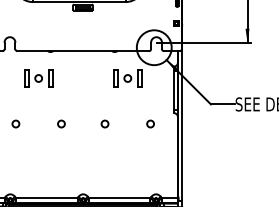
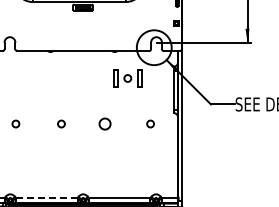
part at (38, 78): present -> none
circle at (104, 123) size: 10x10 px -> 14x14 px
line at (46, 198): solid -> dashed
